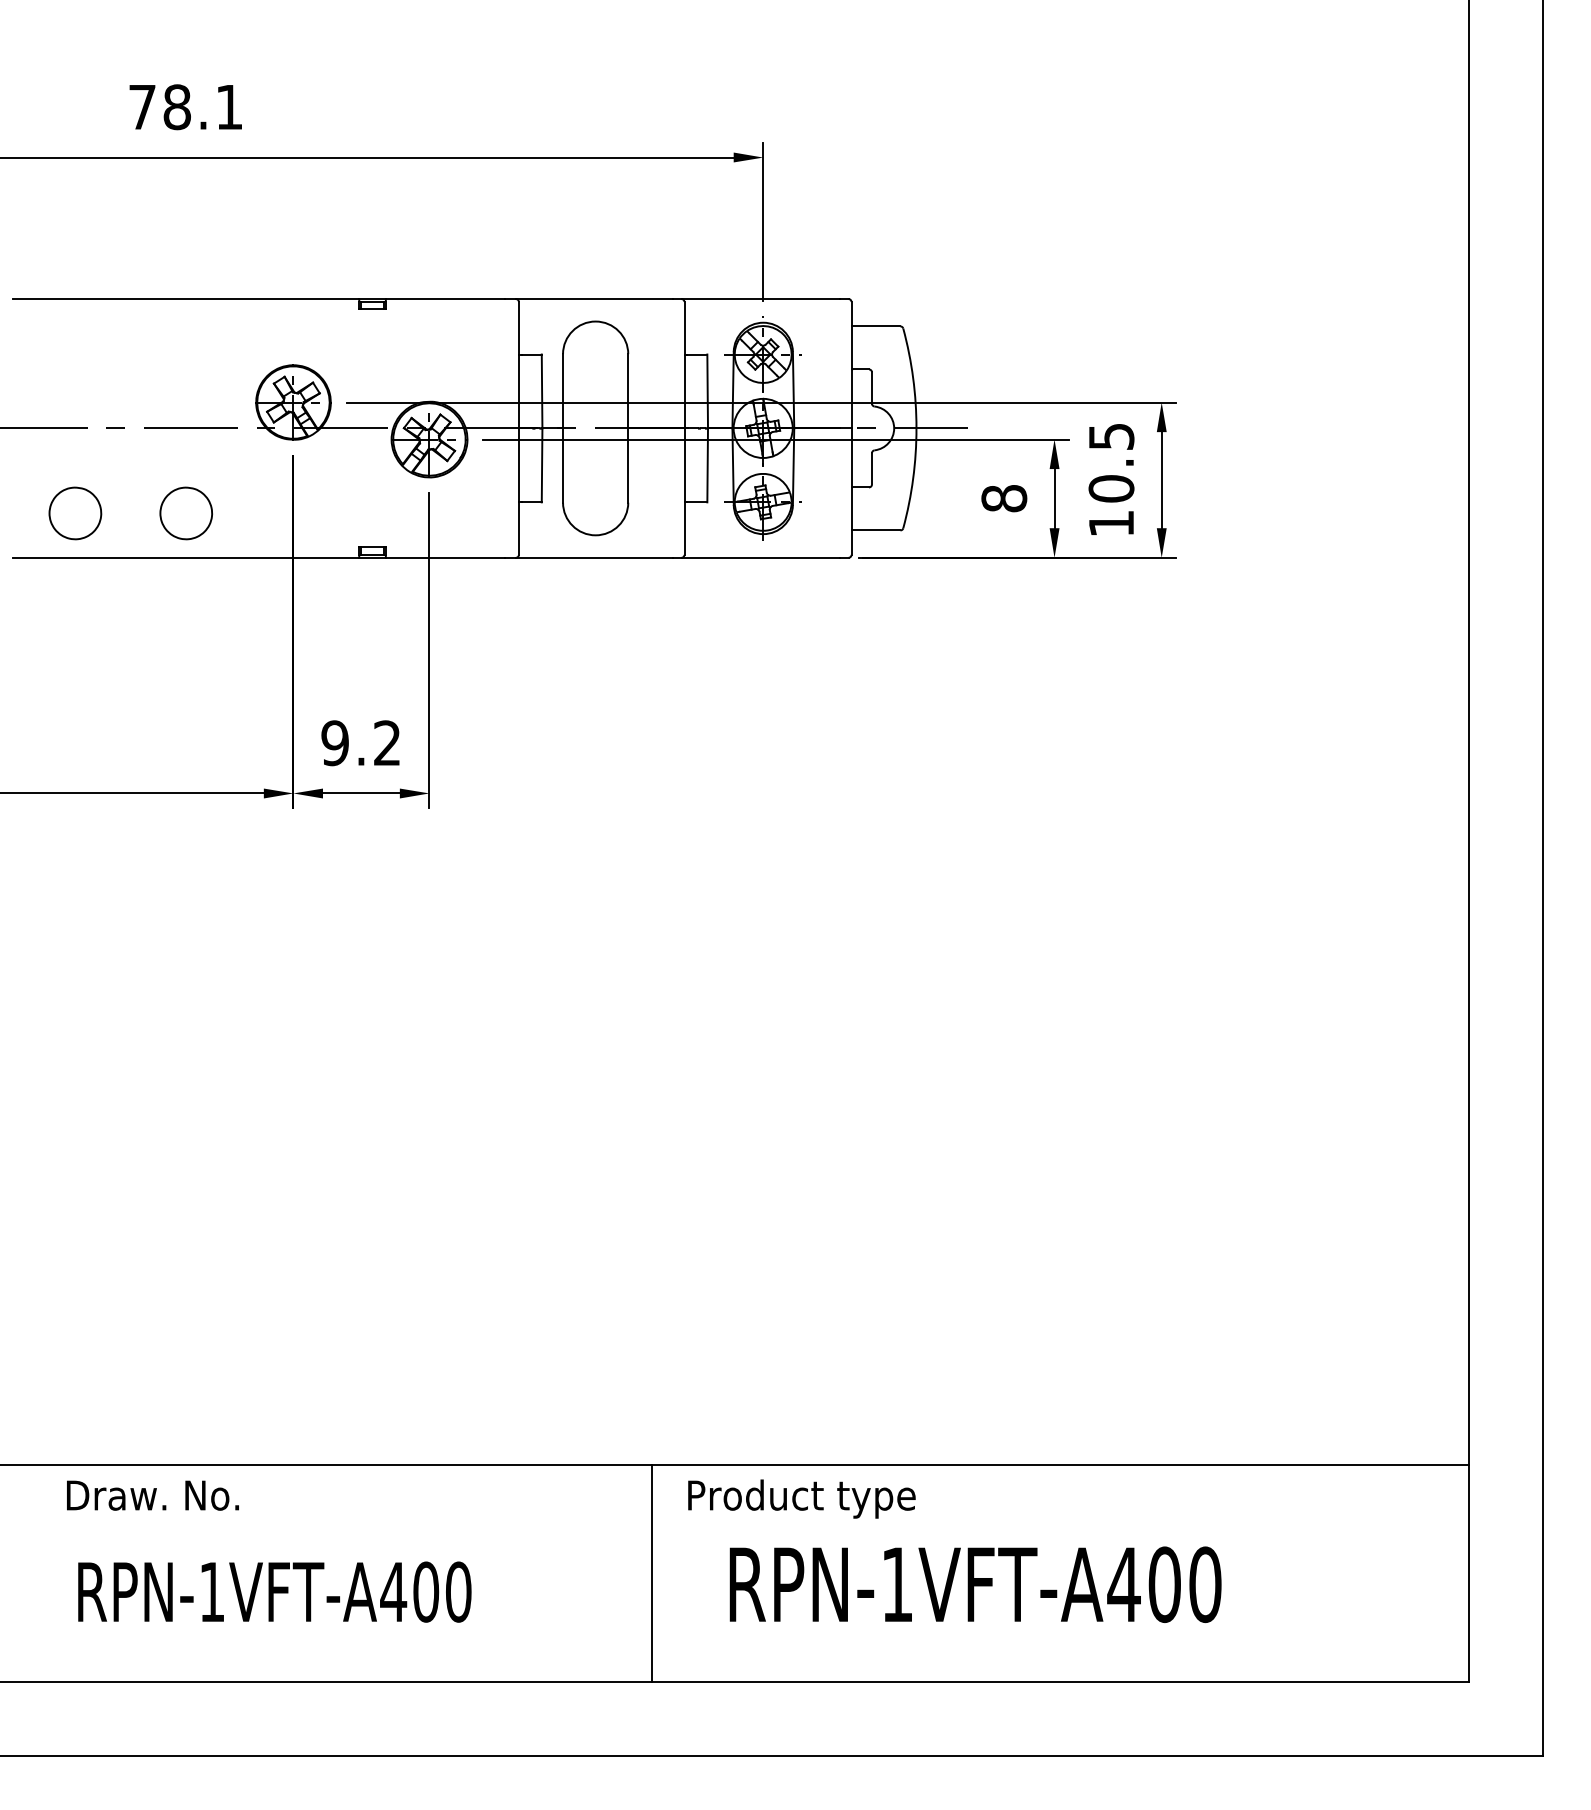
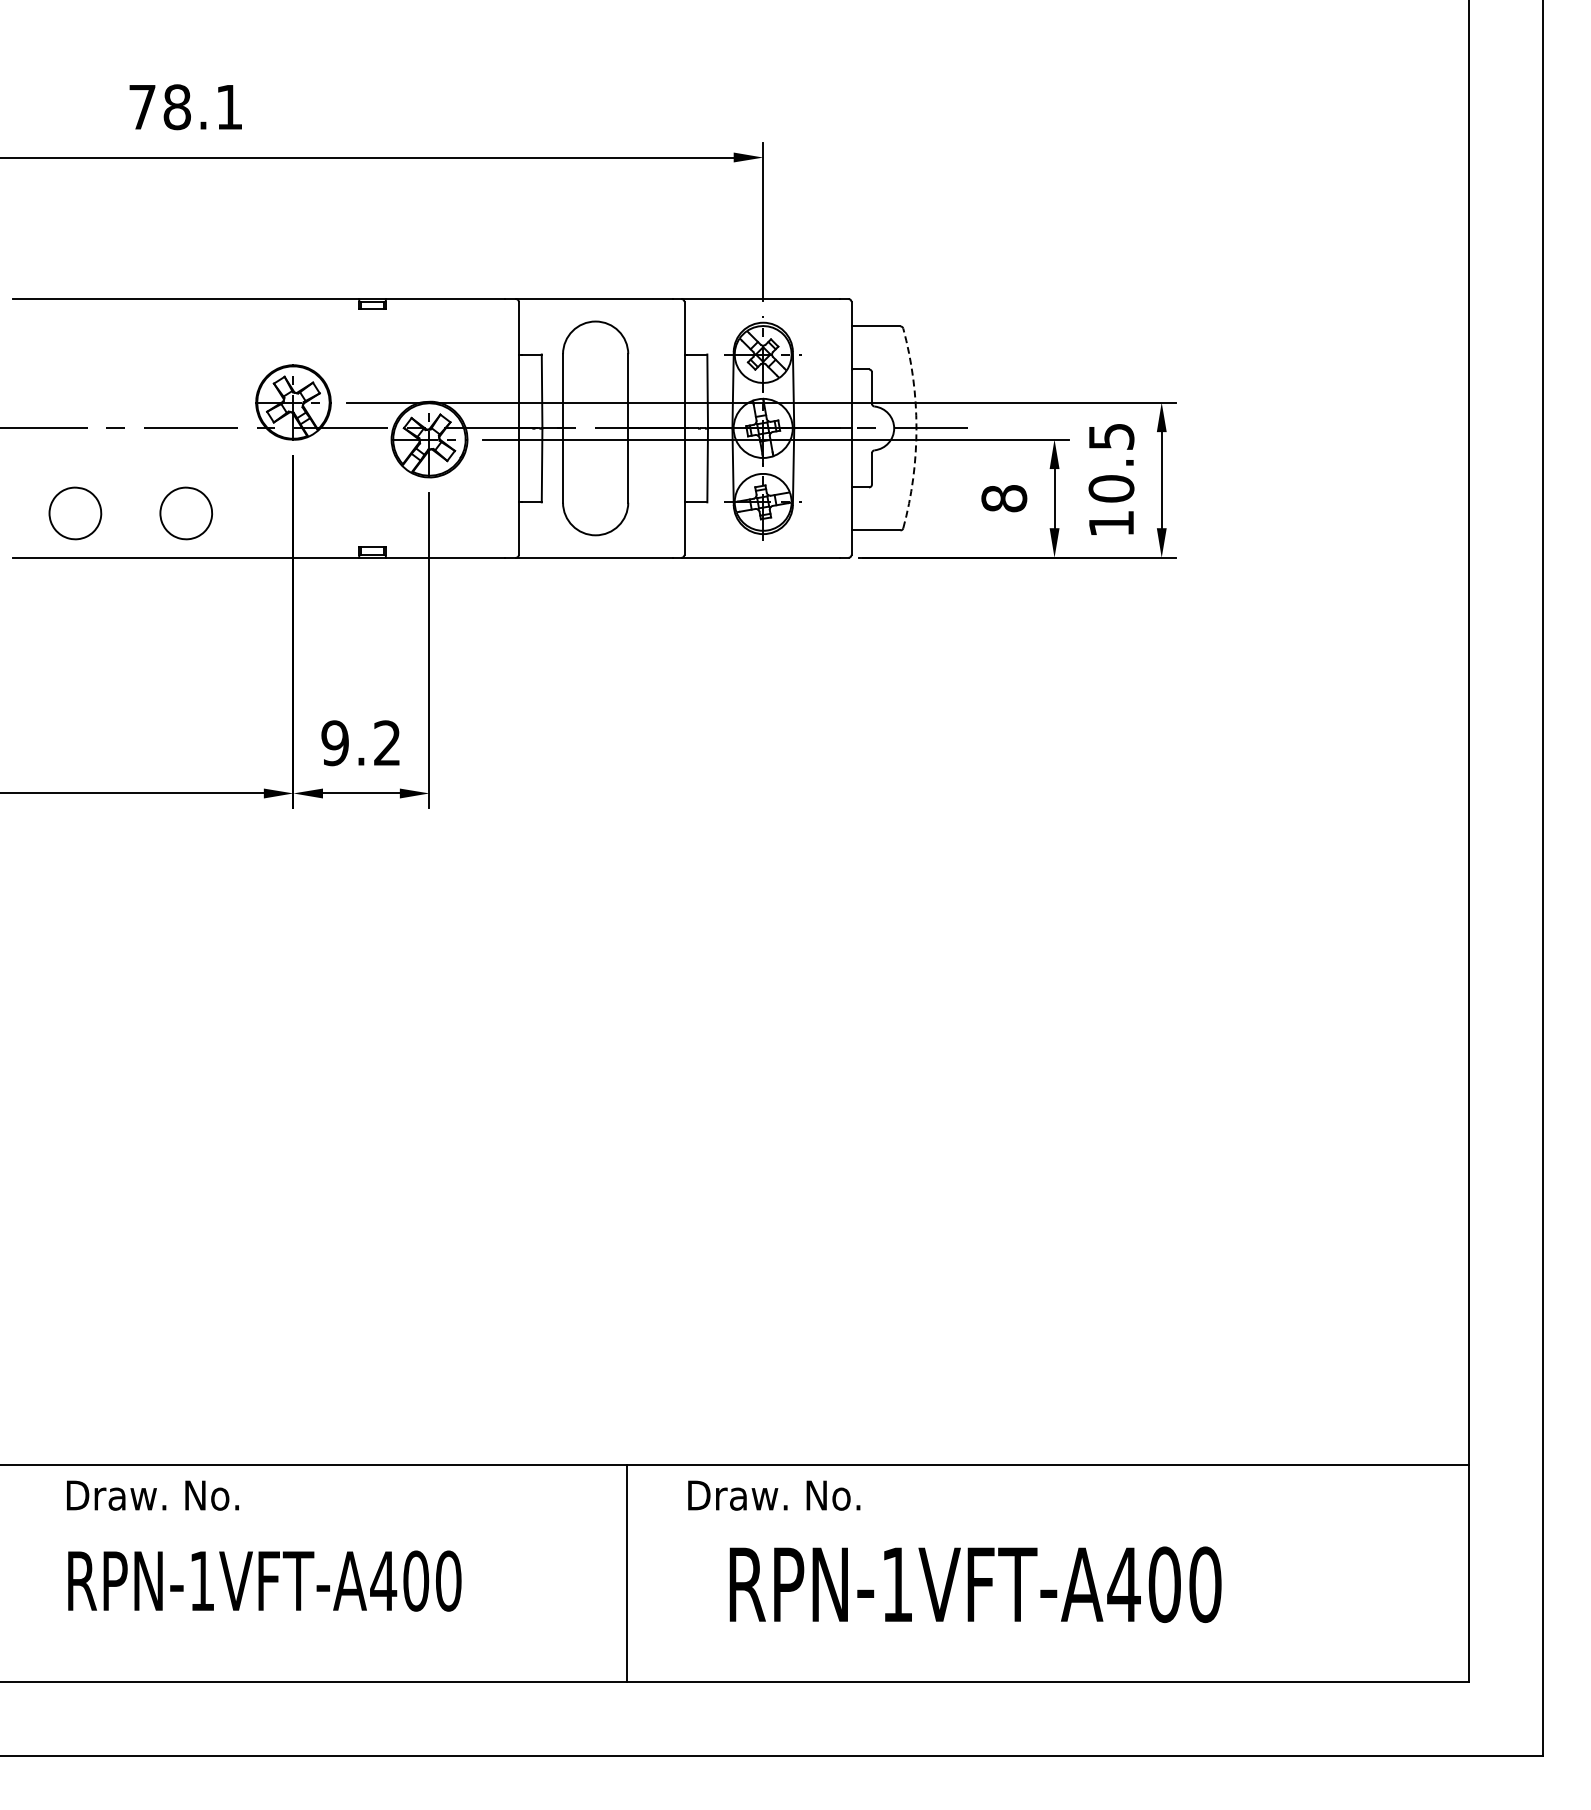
arc at (916, 428): solid -> dashed
text at (803, 1498): Product type -> Draw. No.
line at (652, 1572) position: (652, 1572) -> (627, 1572)
text at (274, 1591) position: (274, 1591) -> (264, 1580)
